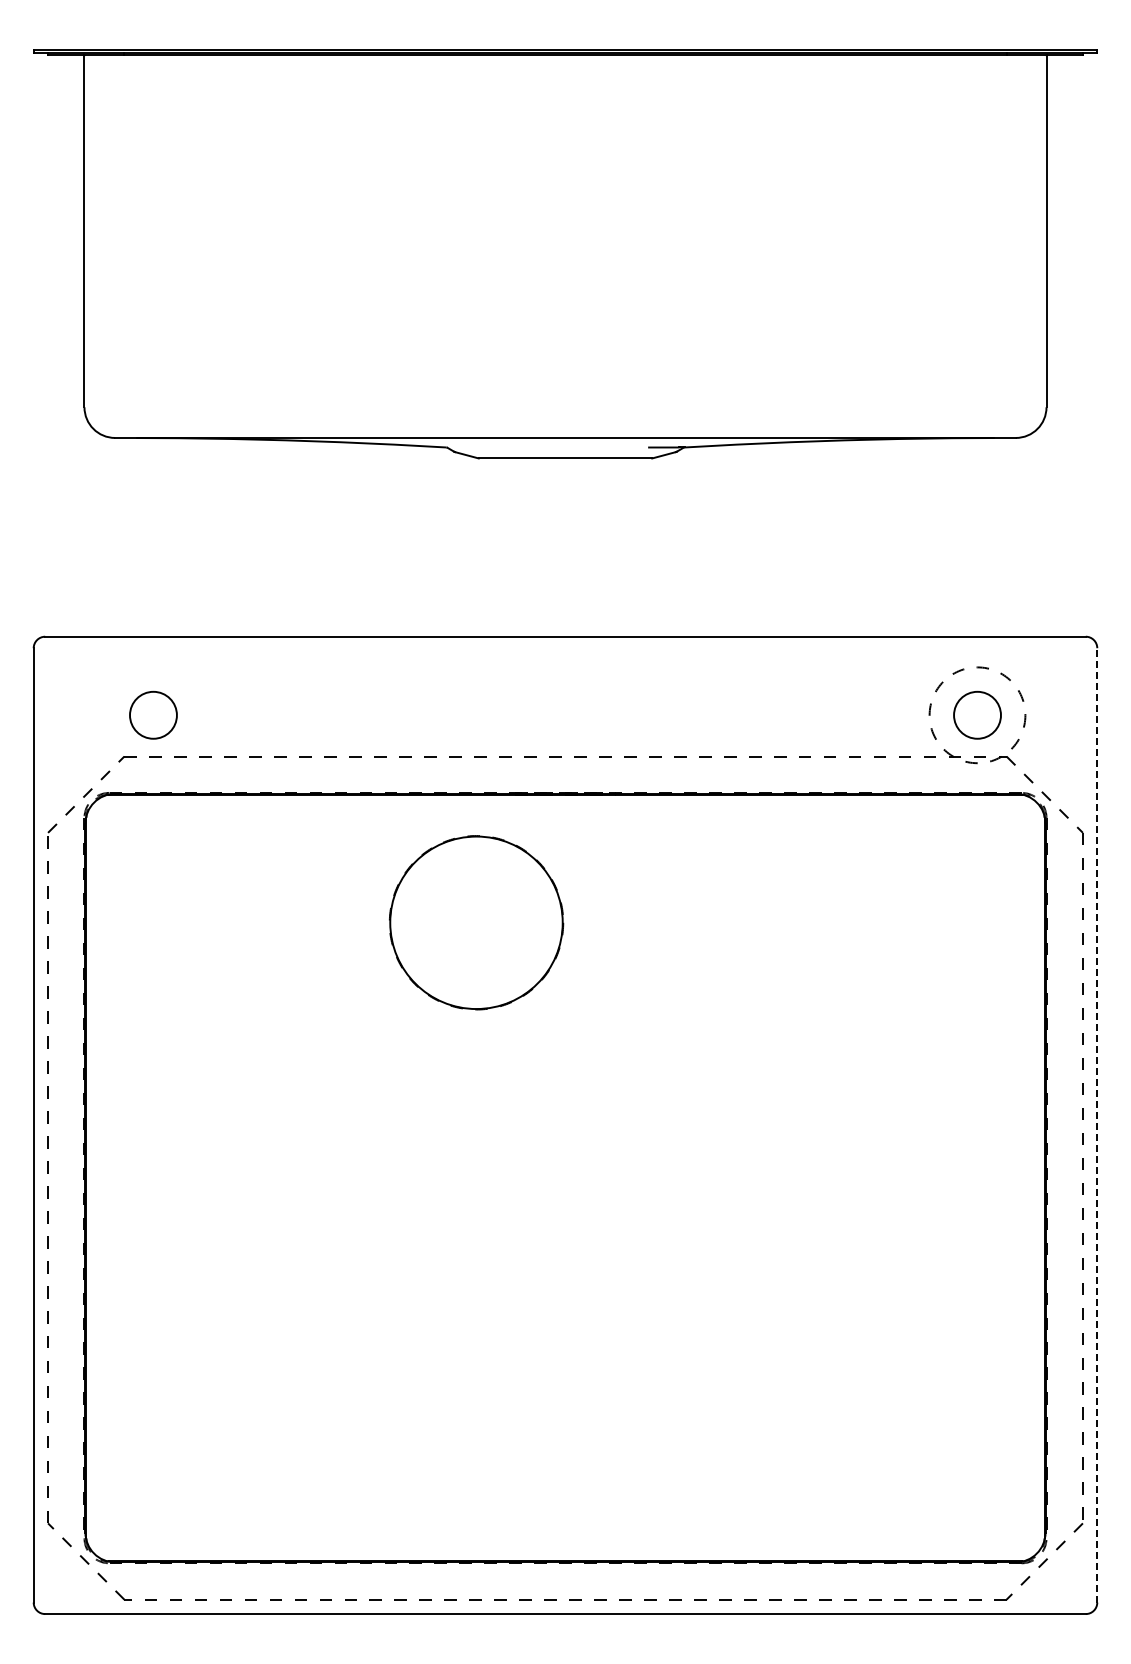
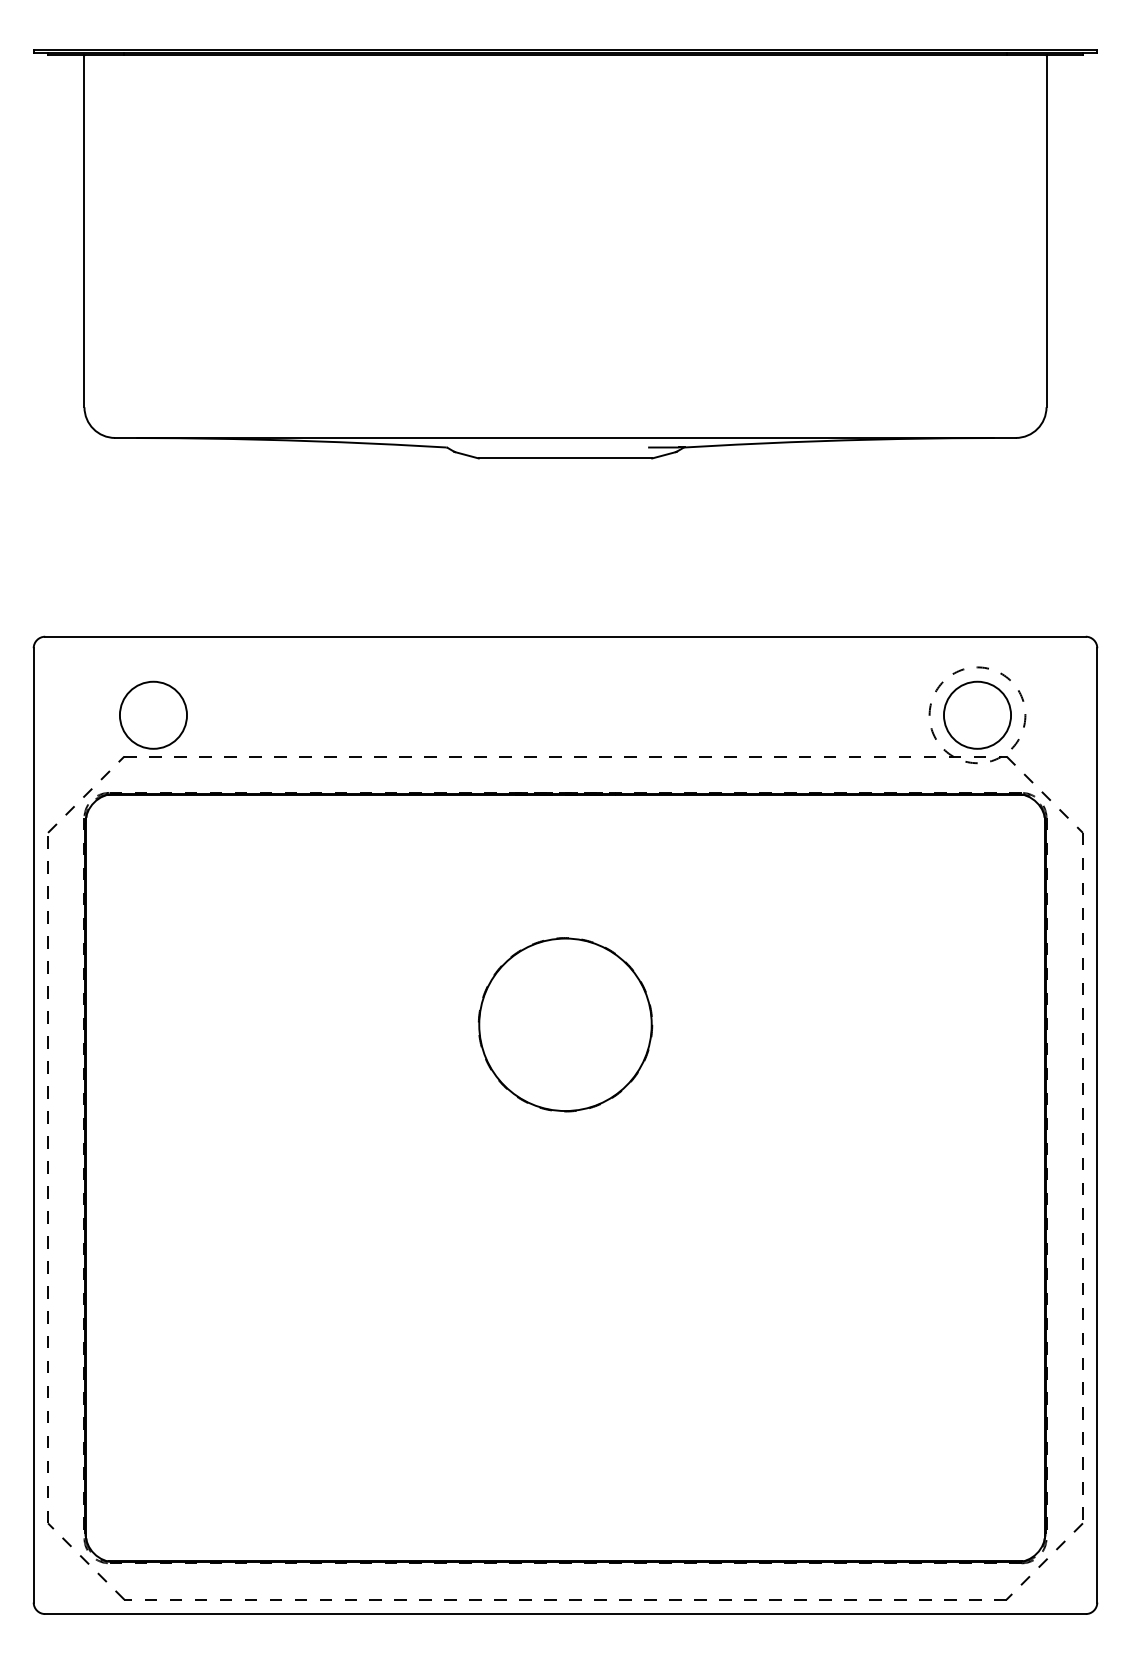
circle at (153, 714) diameter: 47 px -> 67 px
circle at (977, 714) diameter: 47 px -> 67 px
part at (476, 922) position: (476, 922) -> (565, 1024)
line at (1097, 1124): dashed -> solid
